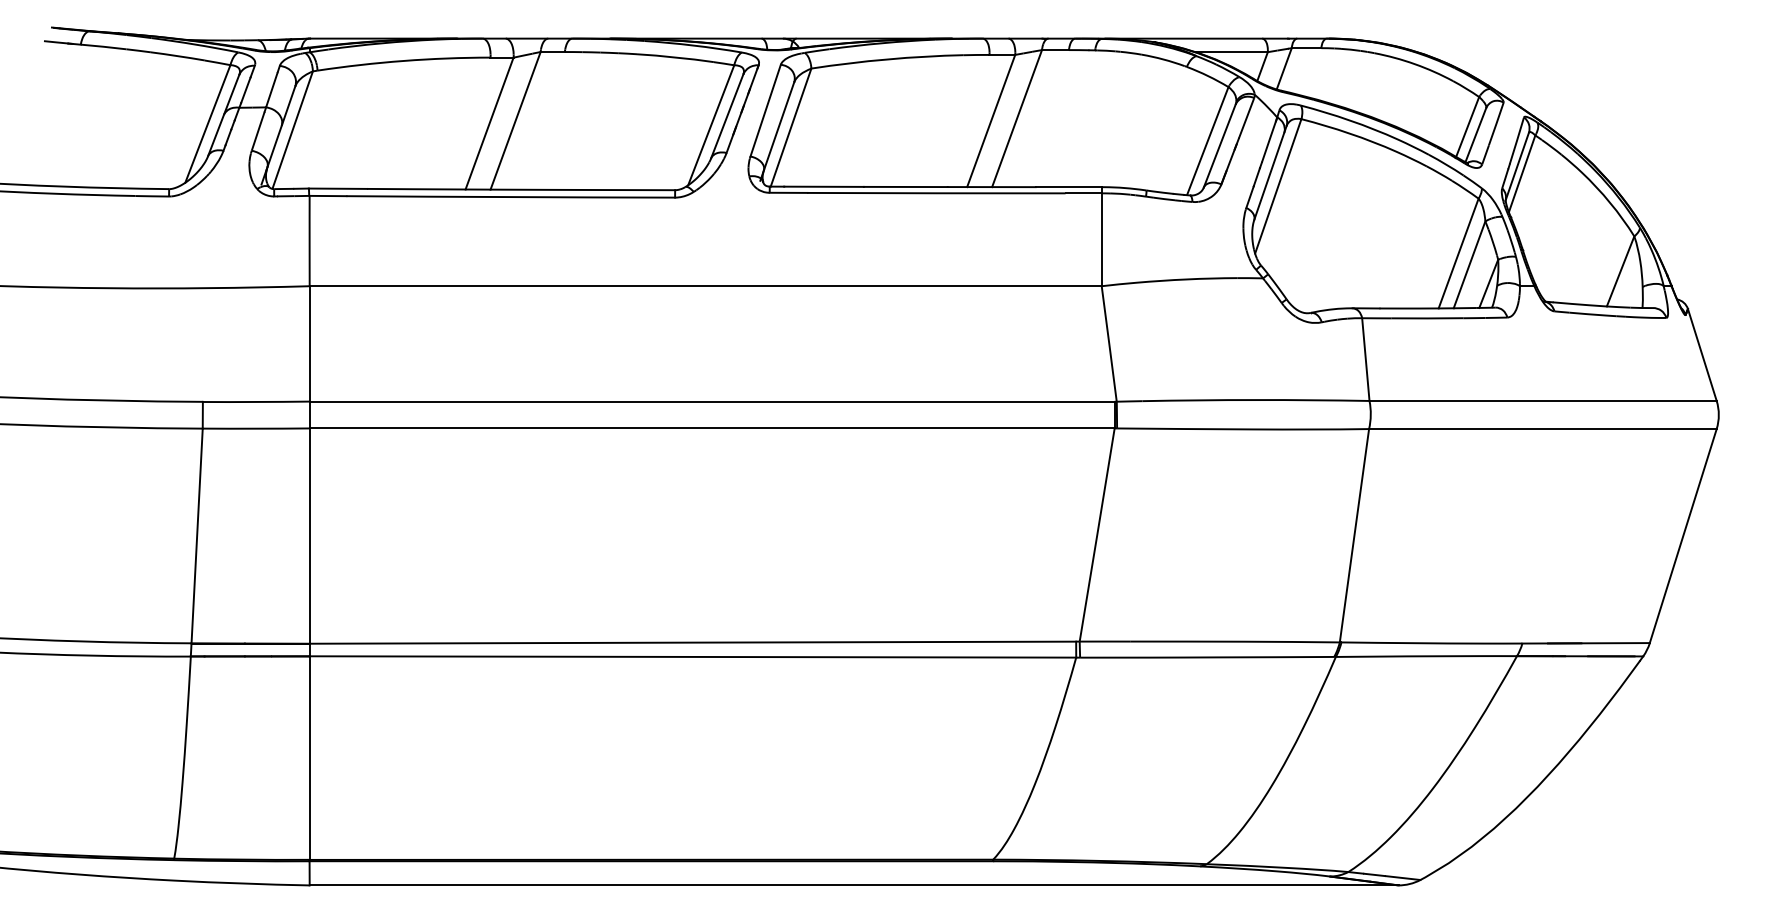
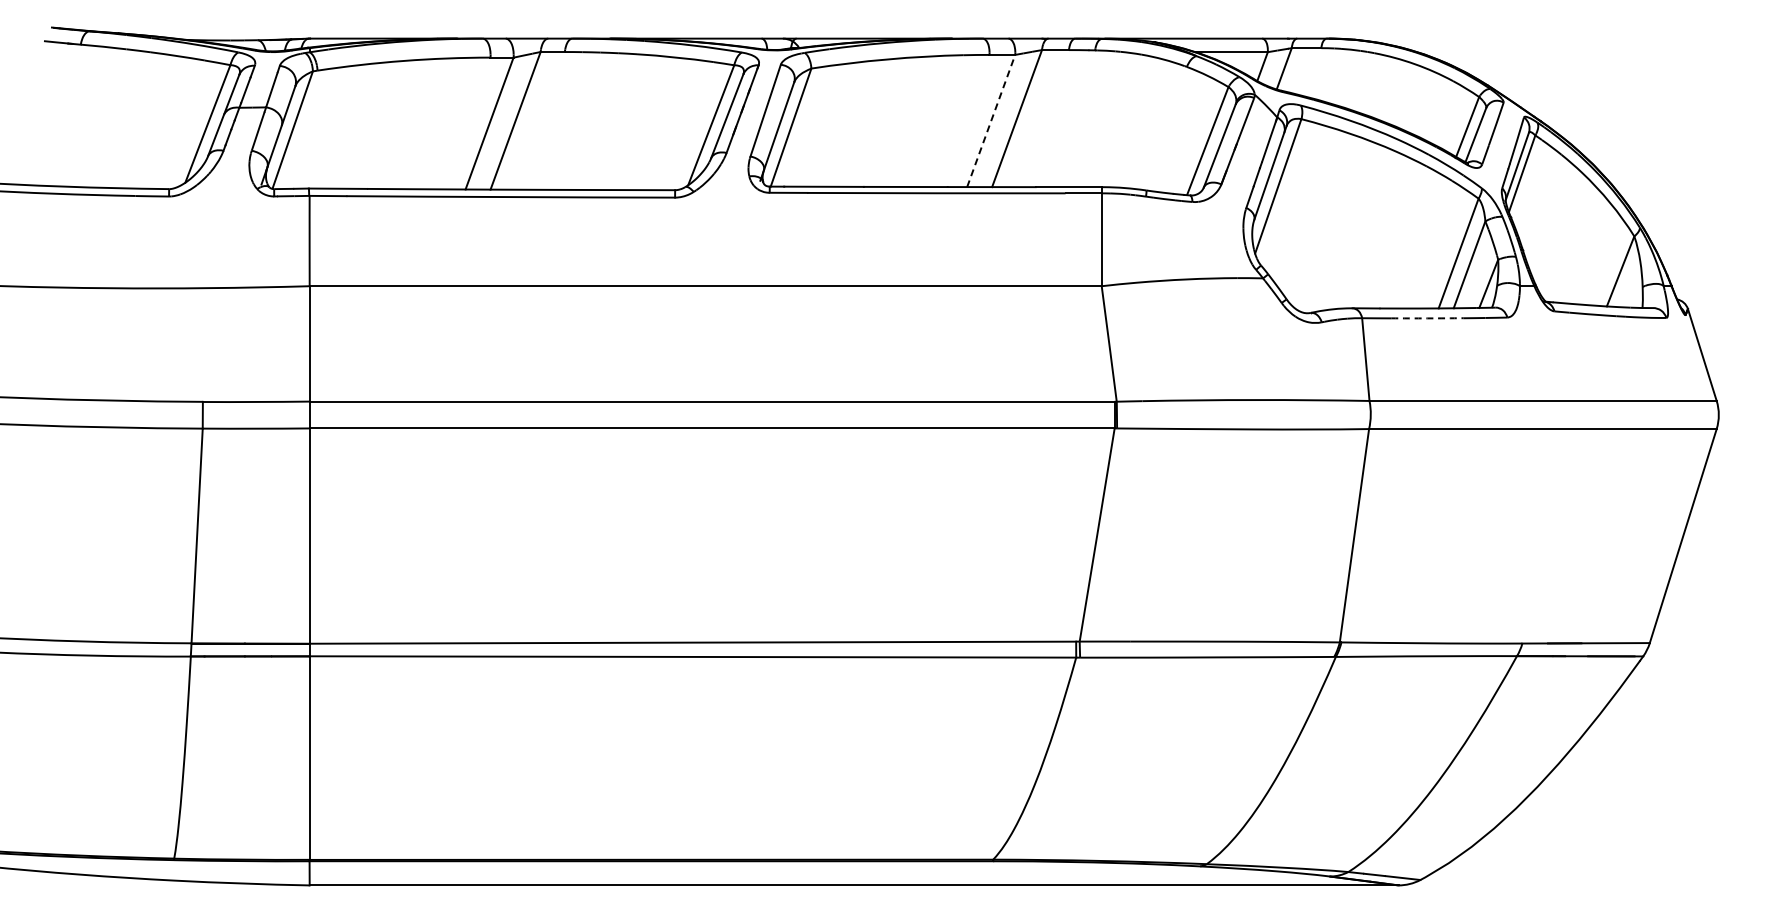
line at (991, 120): solid -> dashed
arc at (1427, 318): solid -> dashed
